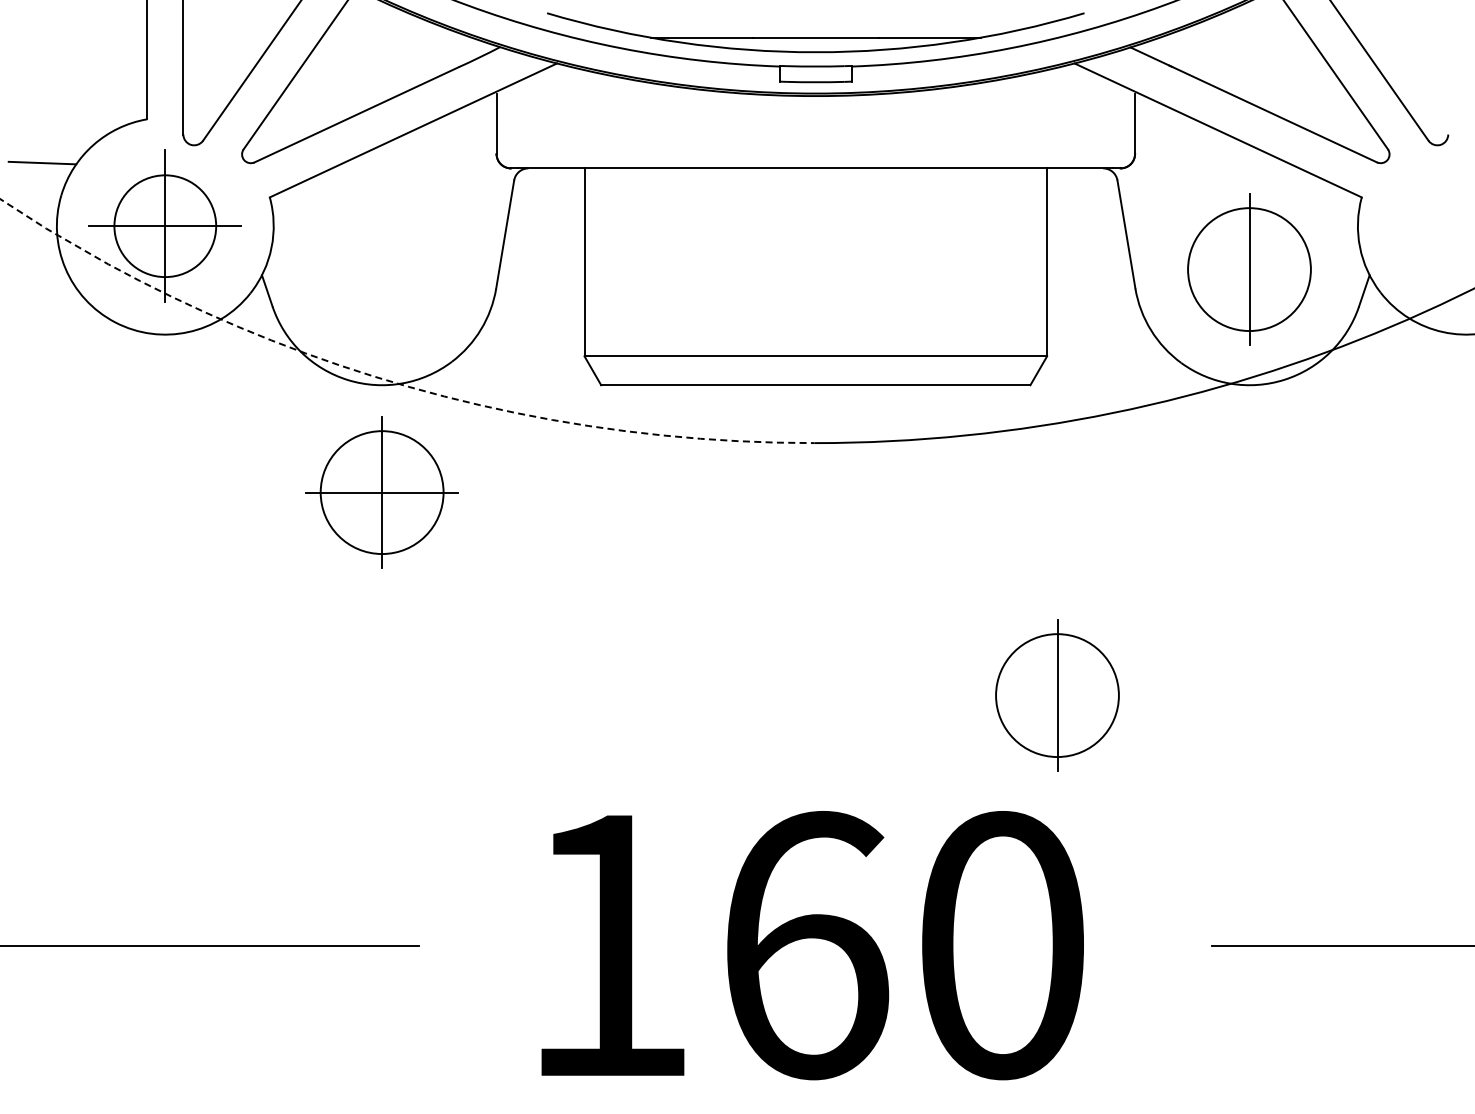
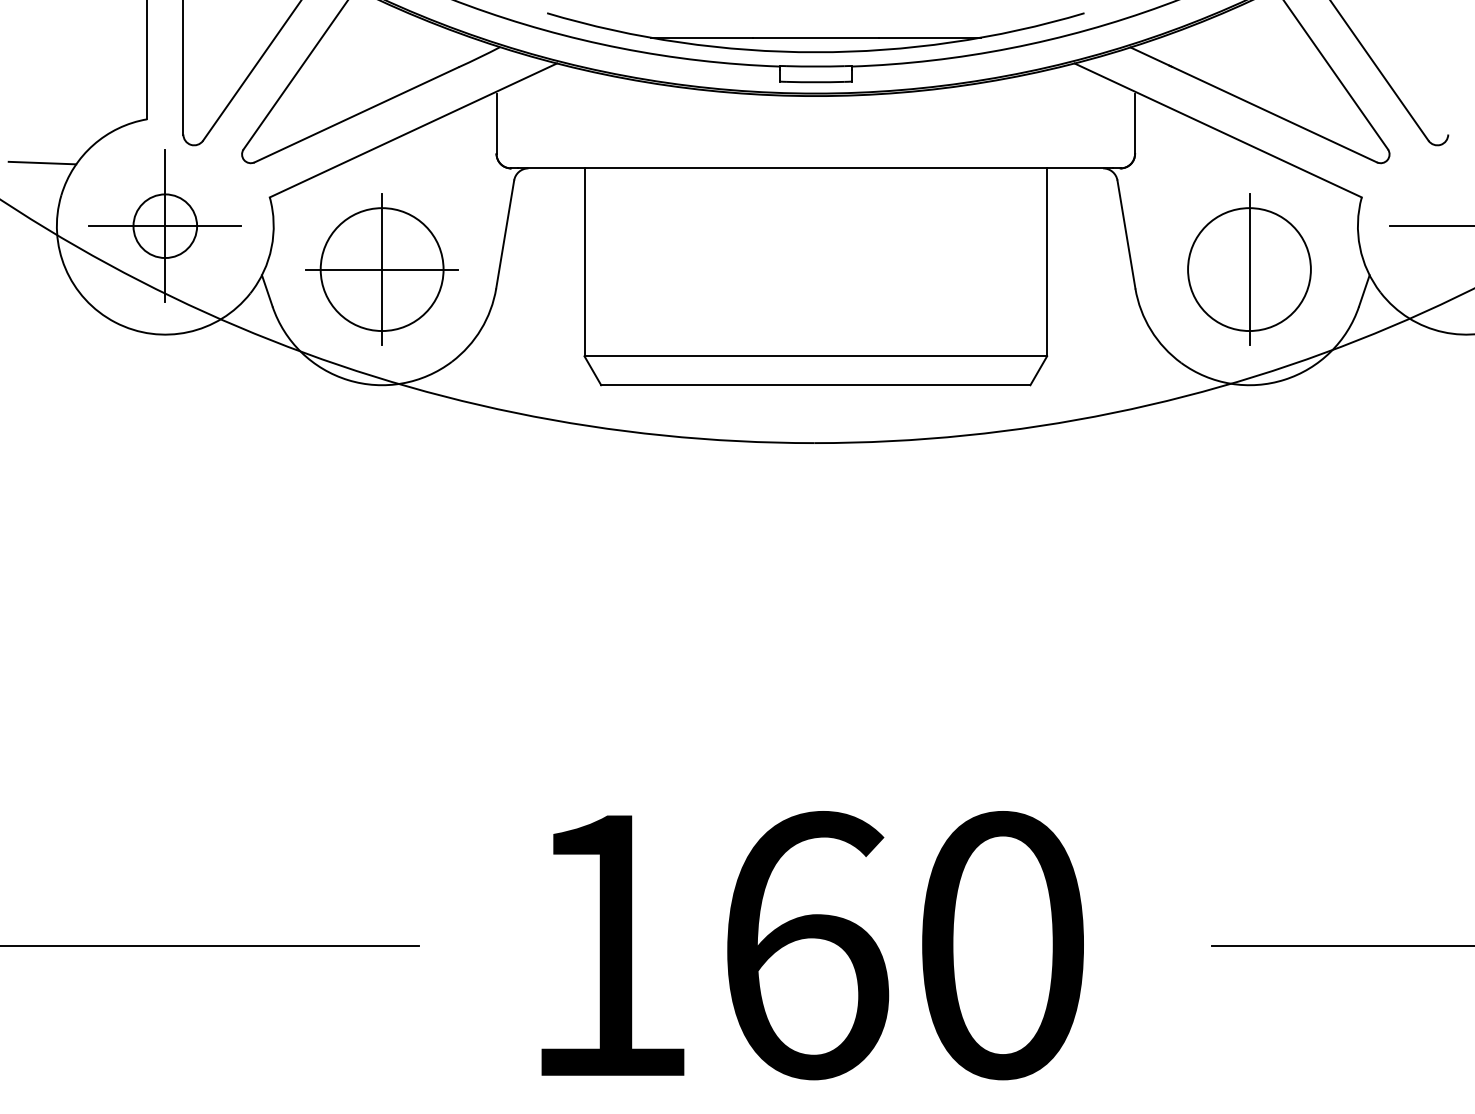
circle at (165, 226) diameter: 102 px -> 64 px
line at (1430, 226): none -> present
arc at (389, 381): dashed -> solid
part at (381, 492) position: (381, 492) -> (381, 269)
part at (1057, 695): present -> none
